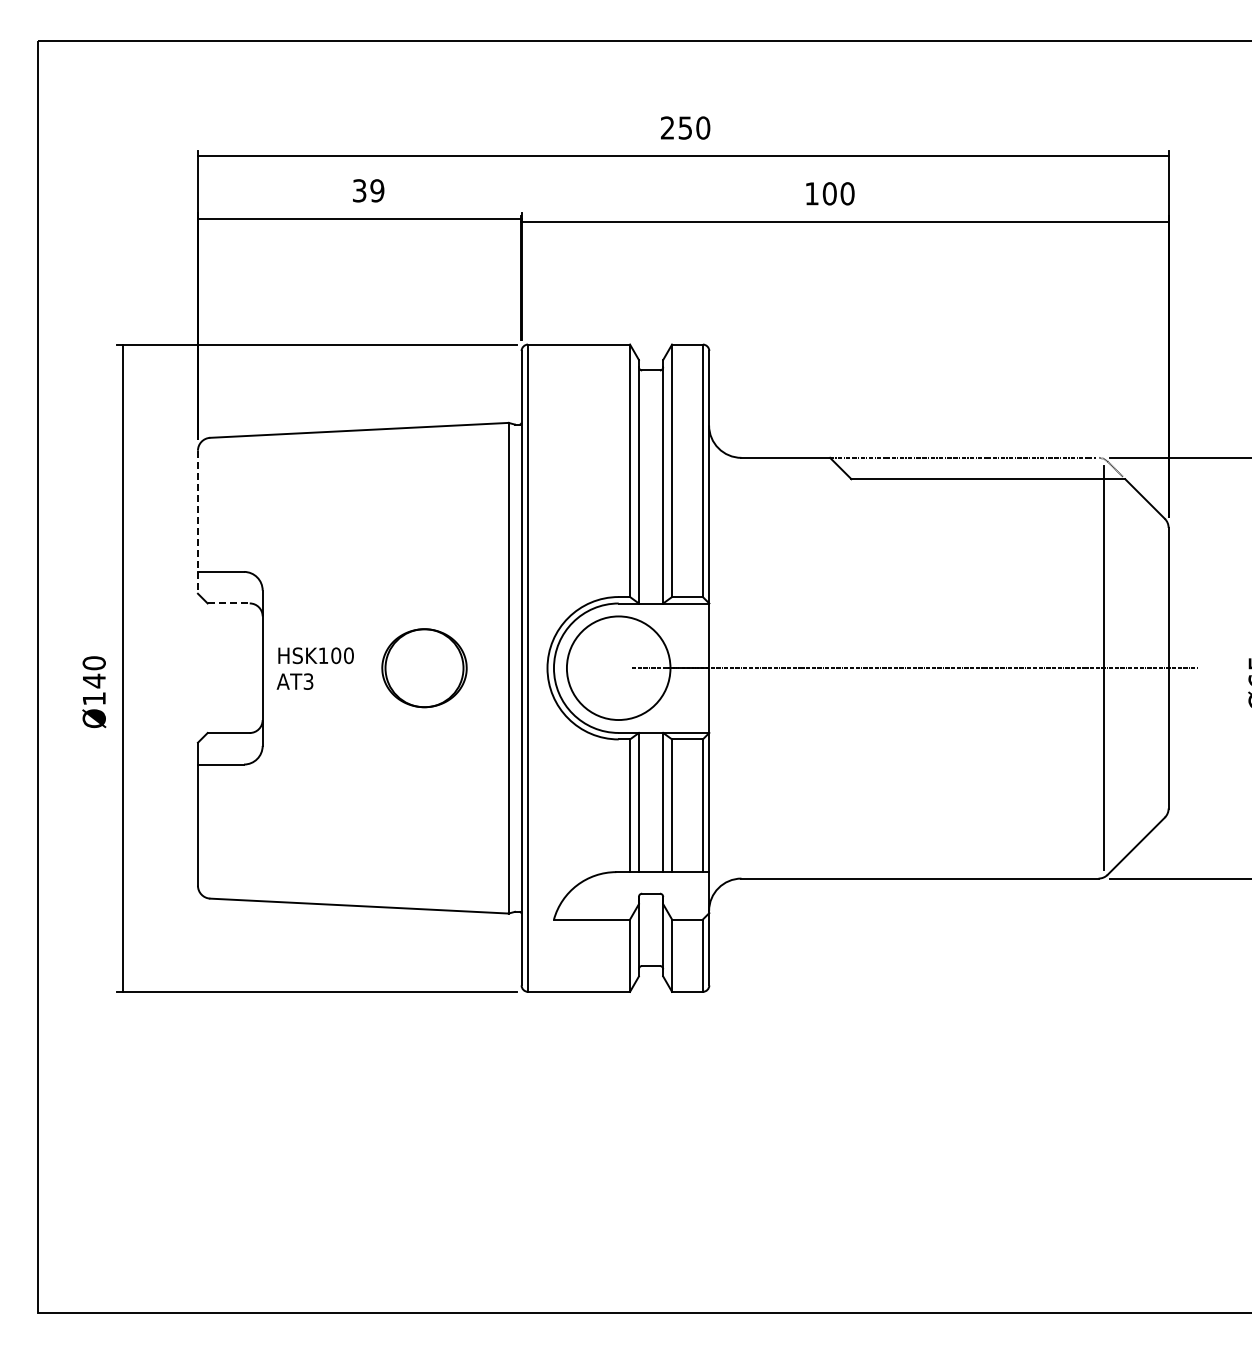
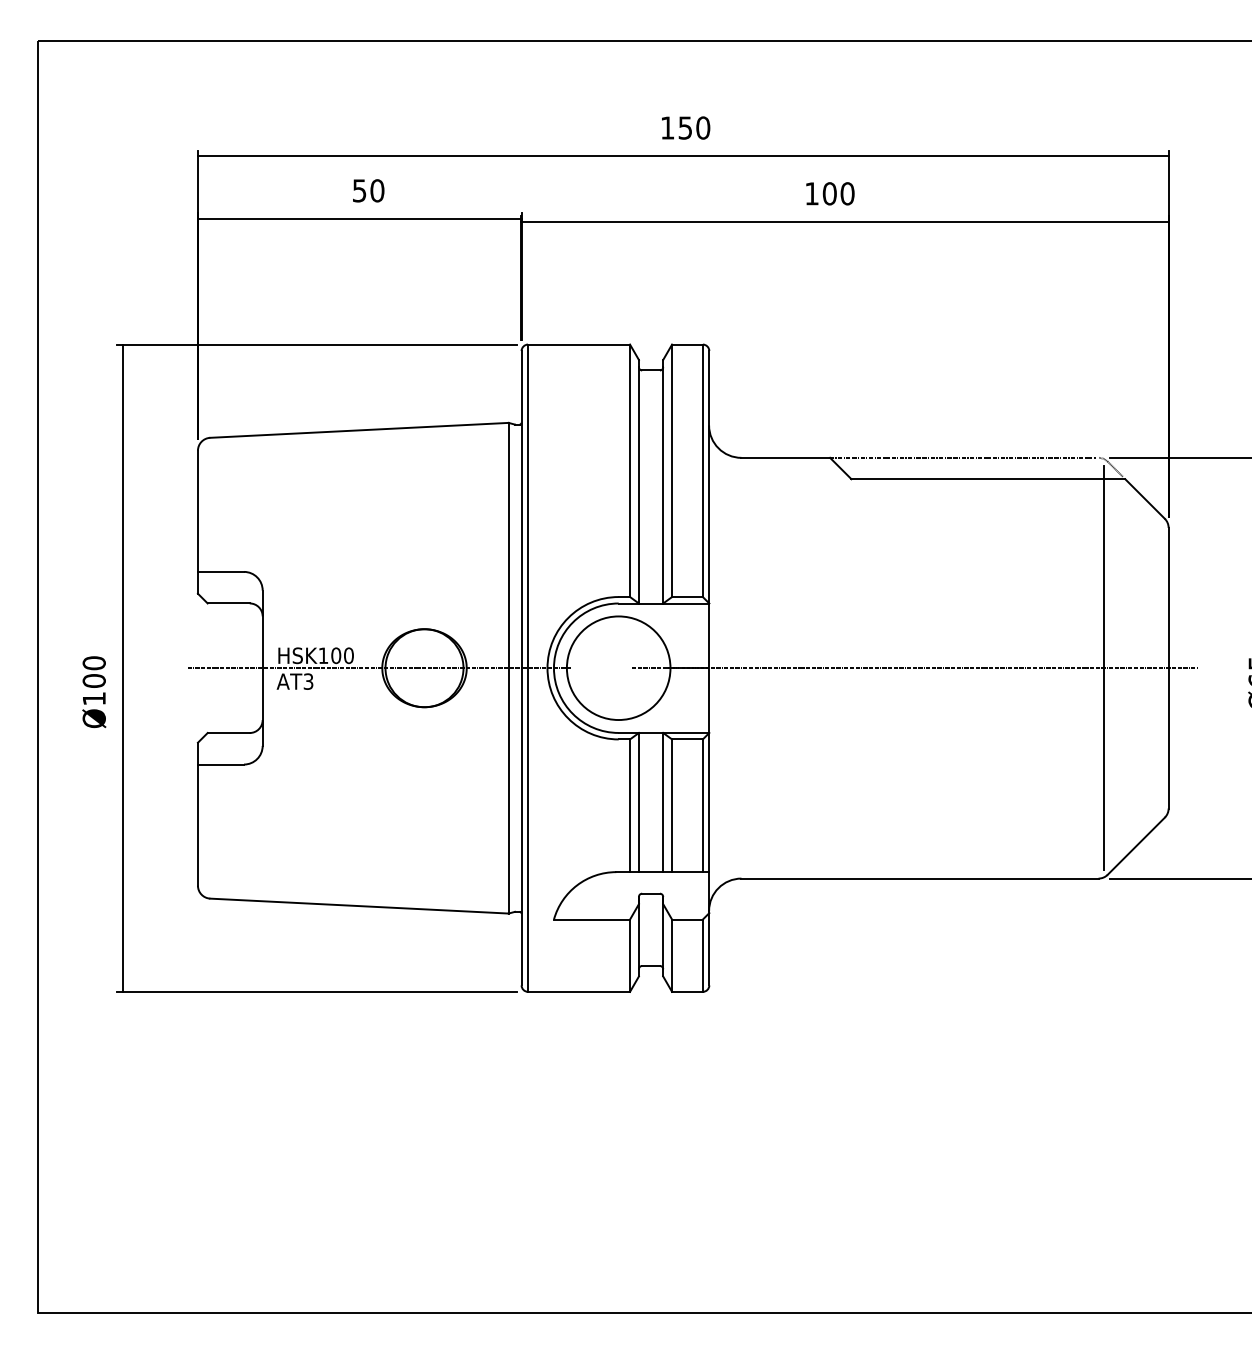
text at (667, 127): 250 -> 150
text at (368, 190): 39 -> 50
line at (197, 522): dashed -> solid
line at (229, 603): dashed -> solid
line at (380, 668): none -> present
text at (93, 680): Ø140 -> Ø100
